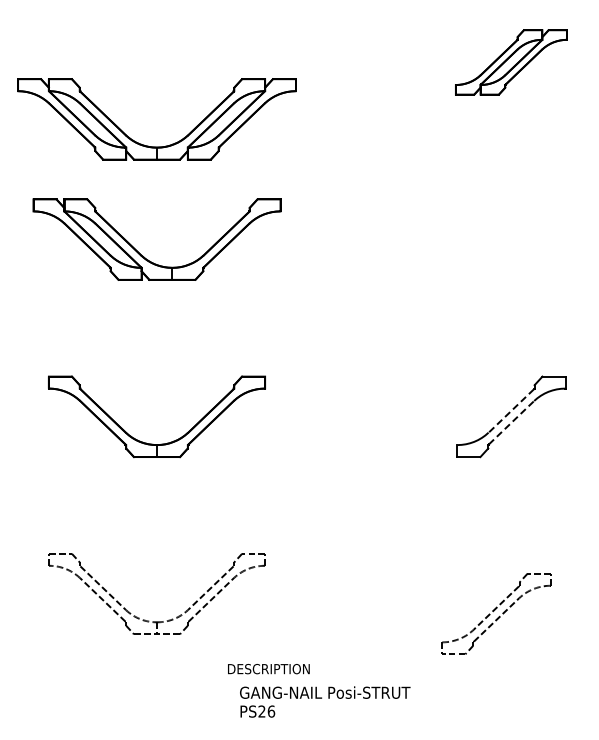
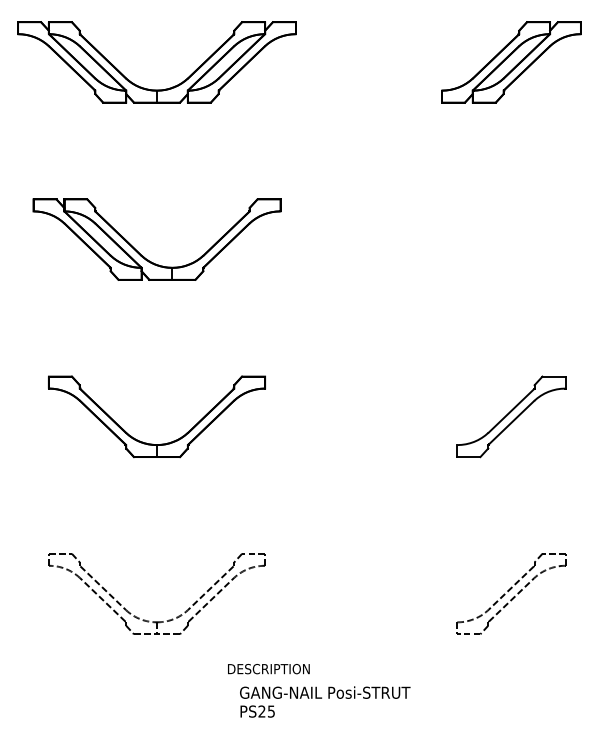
part at (511, 62) size: 113x67 px -> 141x83 px
part at (156, 146) position: (156, 146) -> (156, 89)
line at (510, 411): dashed -> solid
line at (511, 422): dashed -> solid
part at (496, 613) position: (496, 613) -> (511, 593)
text at (271, 711): PS26 -> PS25
